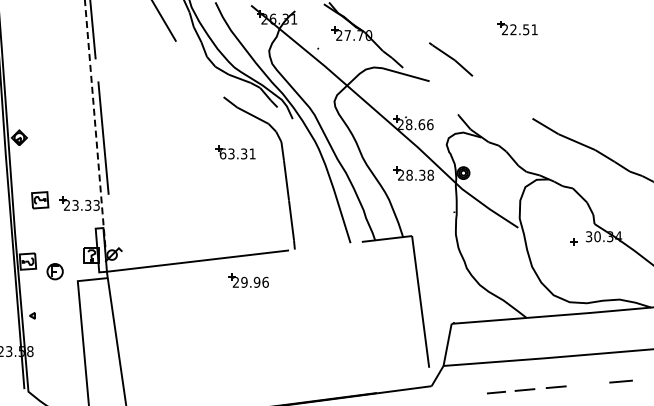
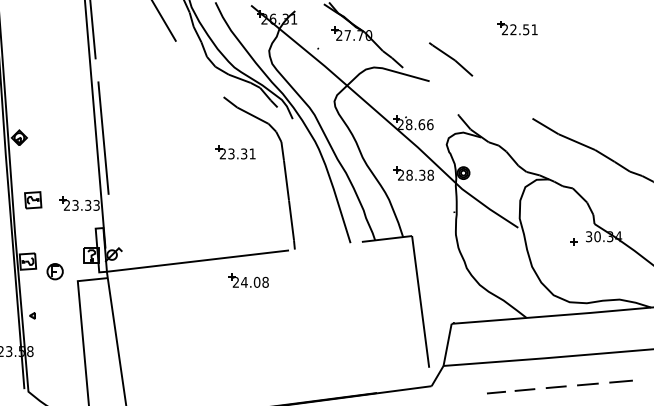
line at (95, 125): dashed -> solid
text at (222, 153): 63.31 -> 23.31
part at (40, 200) position: (40, 200) -> (33, 200)
text at (254, 281): 29.96 -> 24.08
line at (587, 384): none -> present
